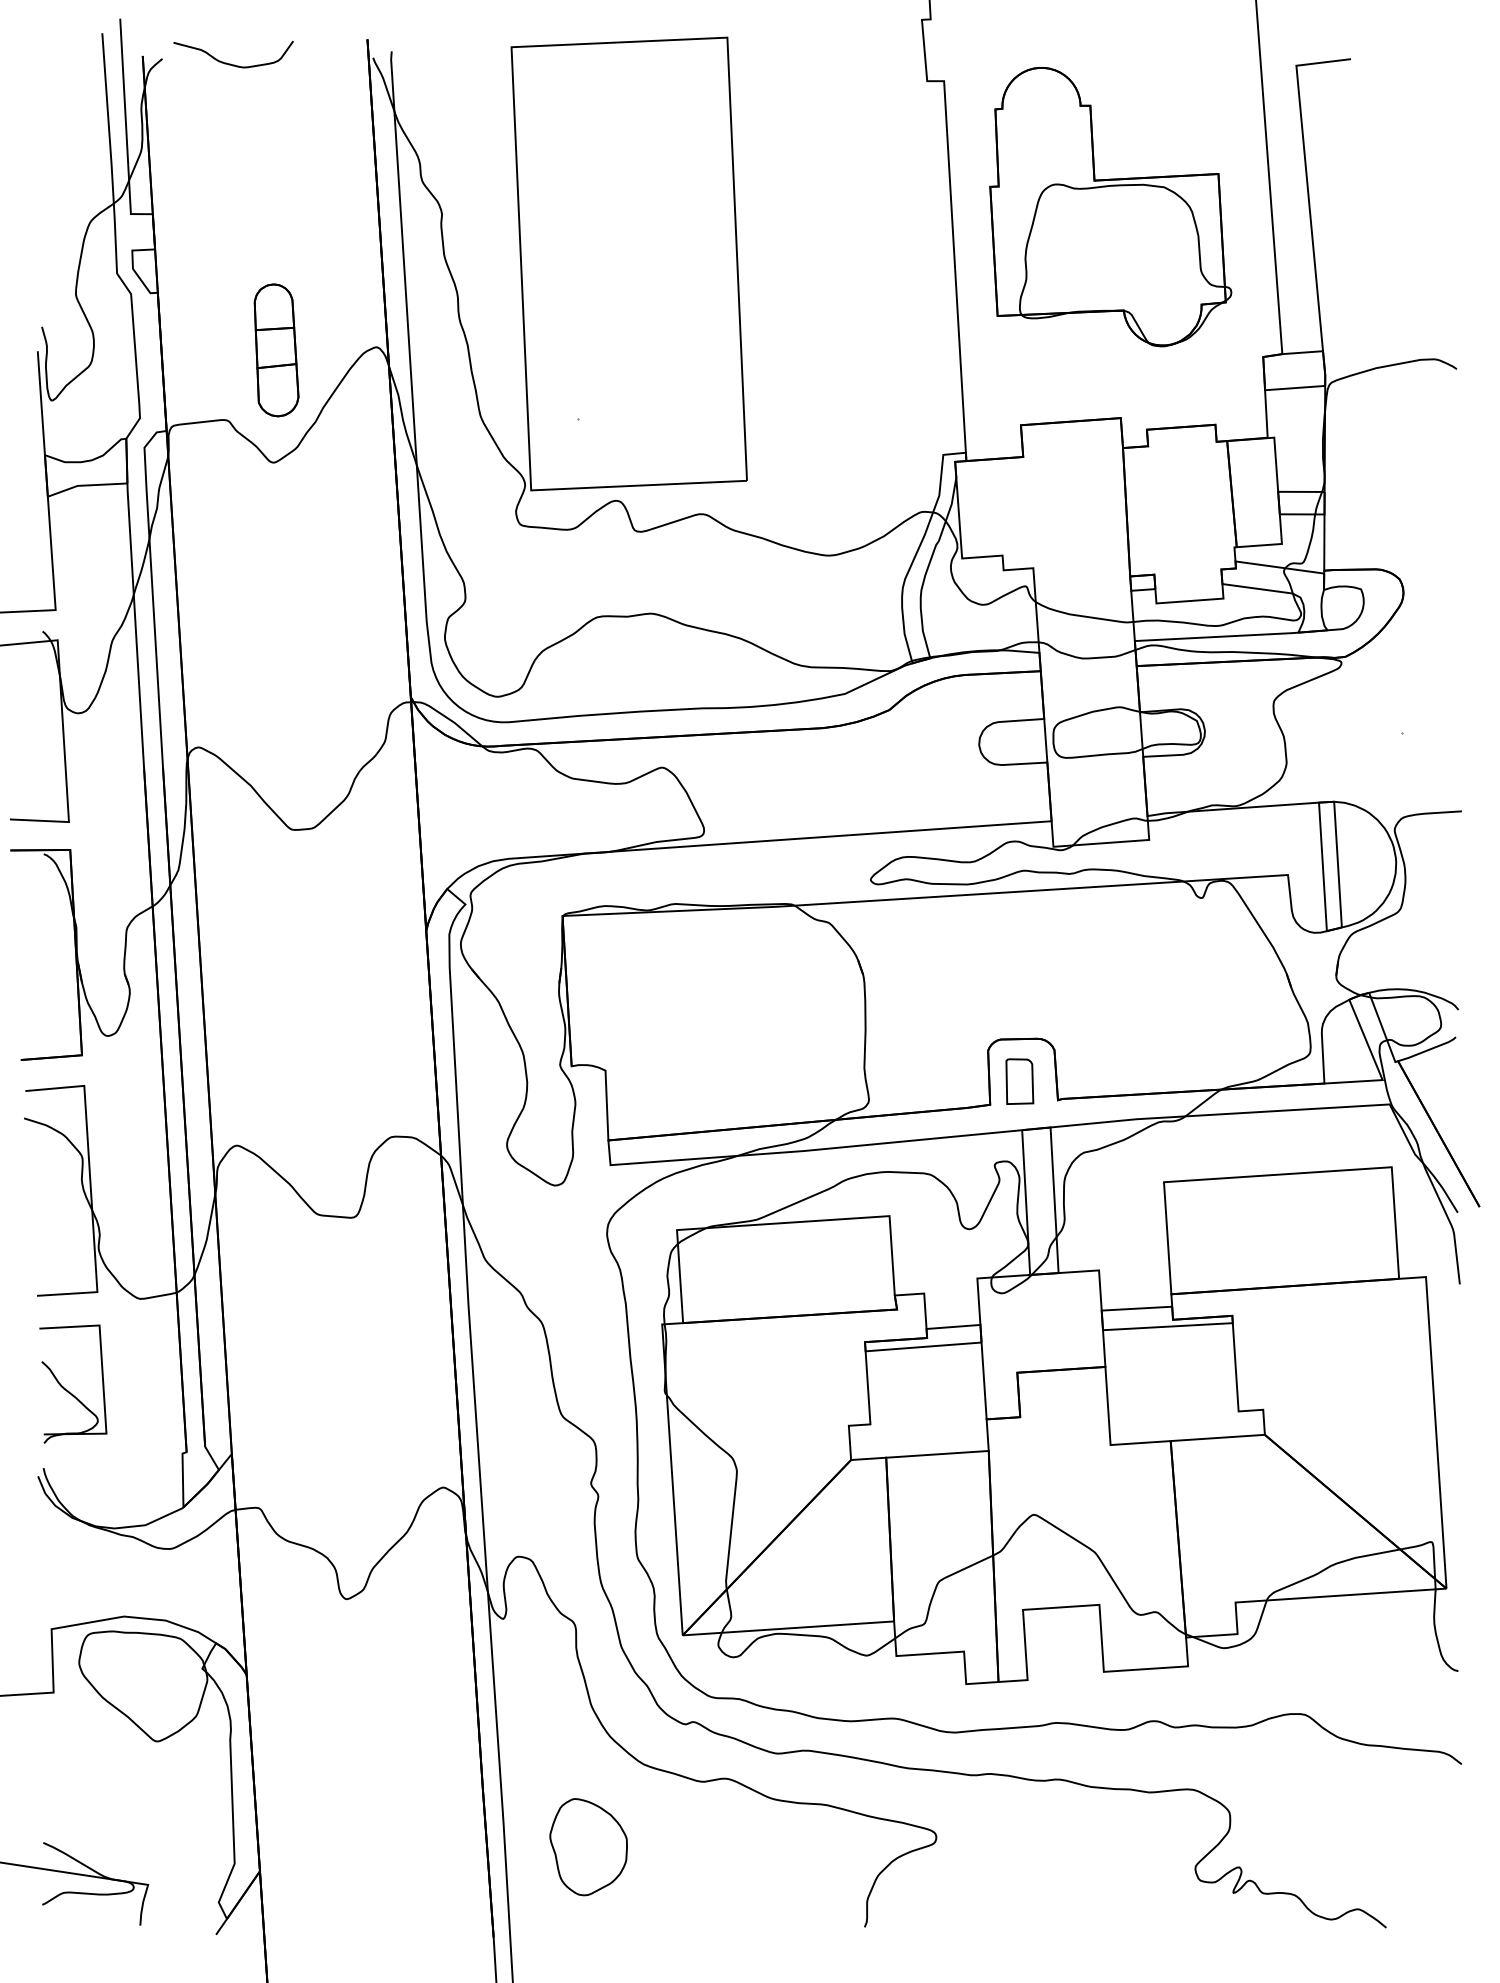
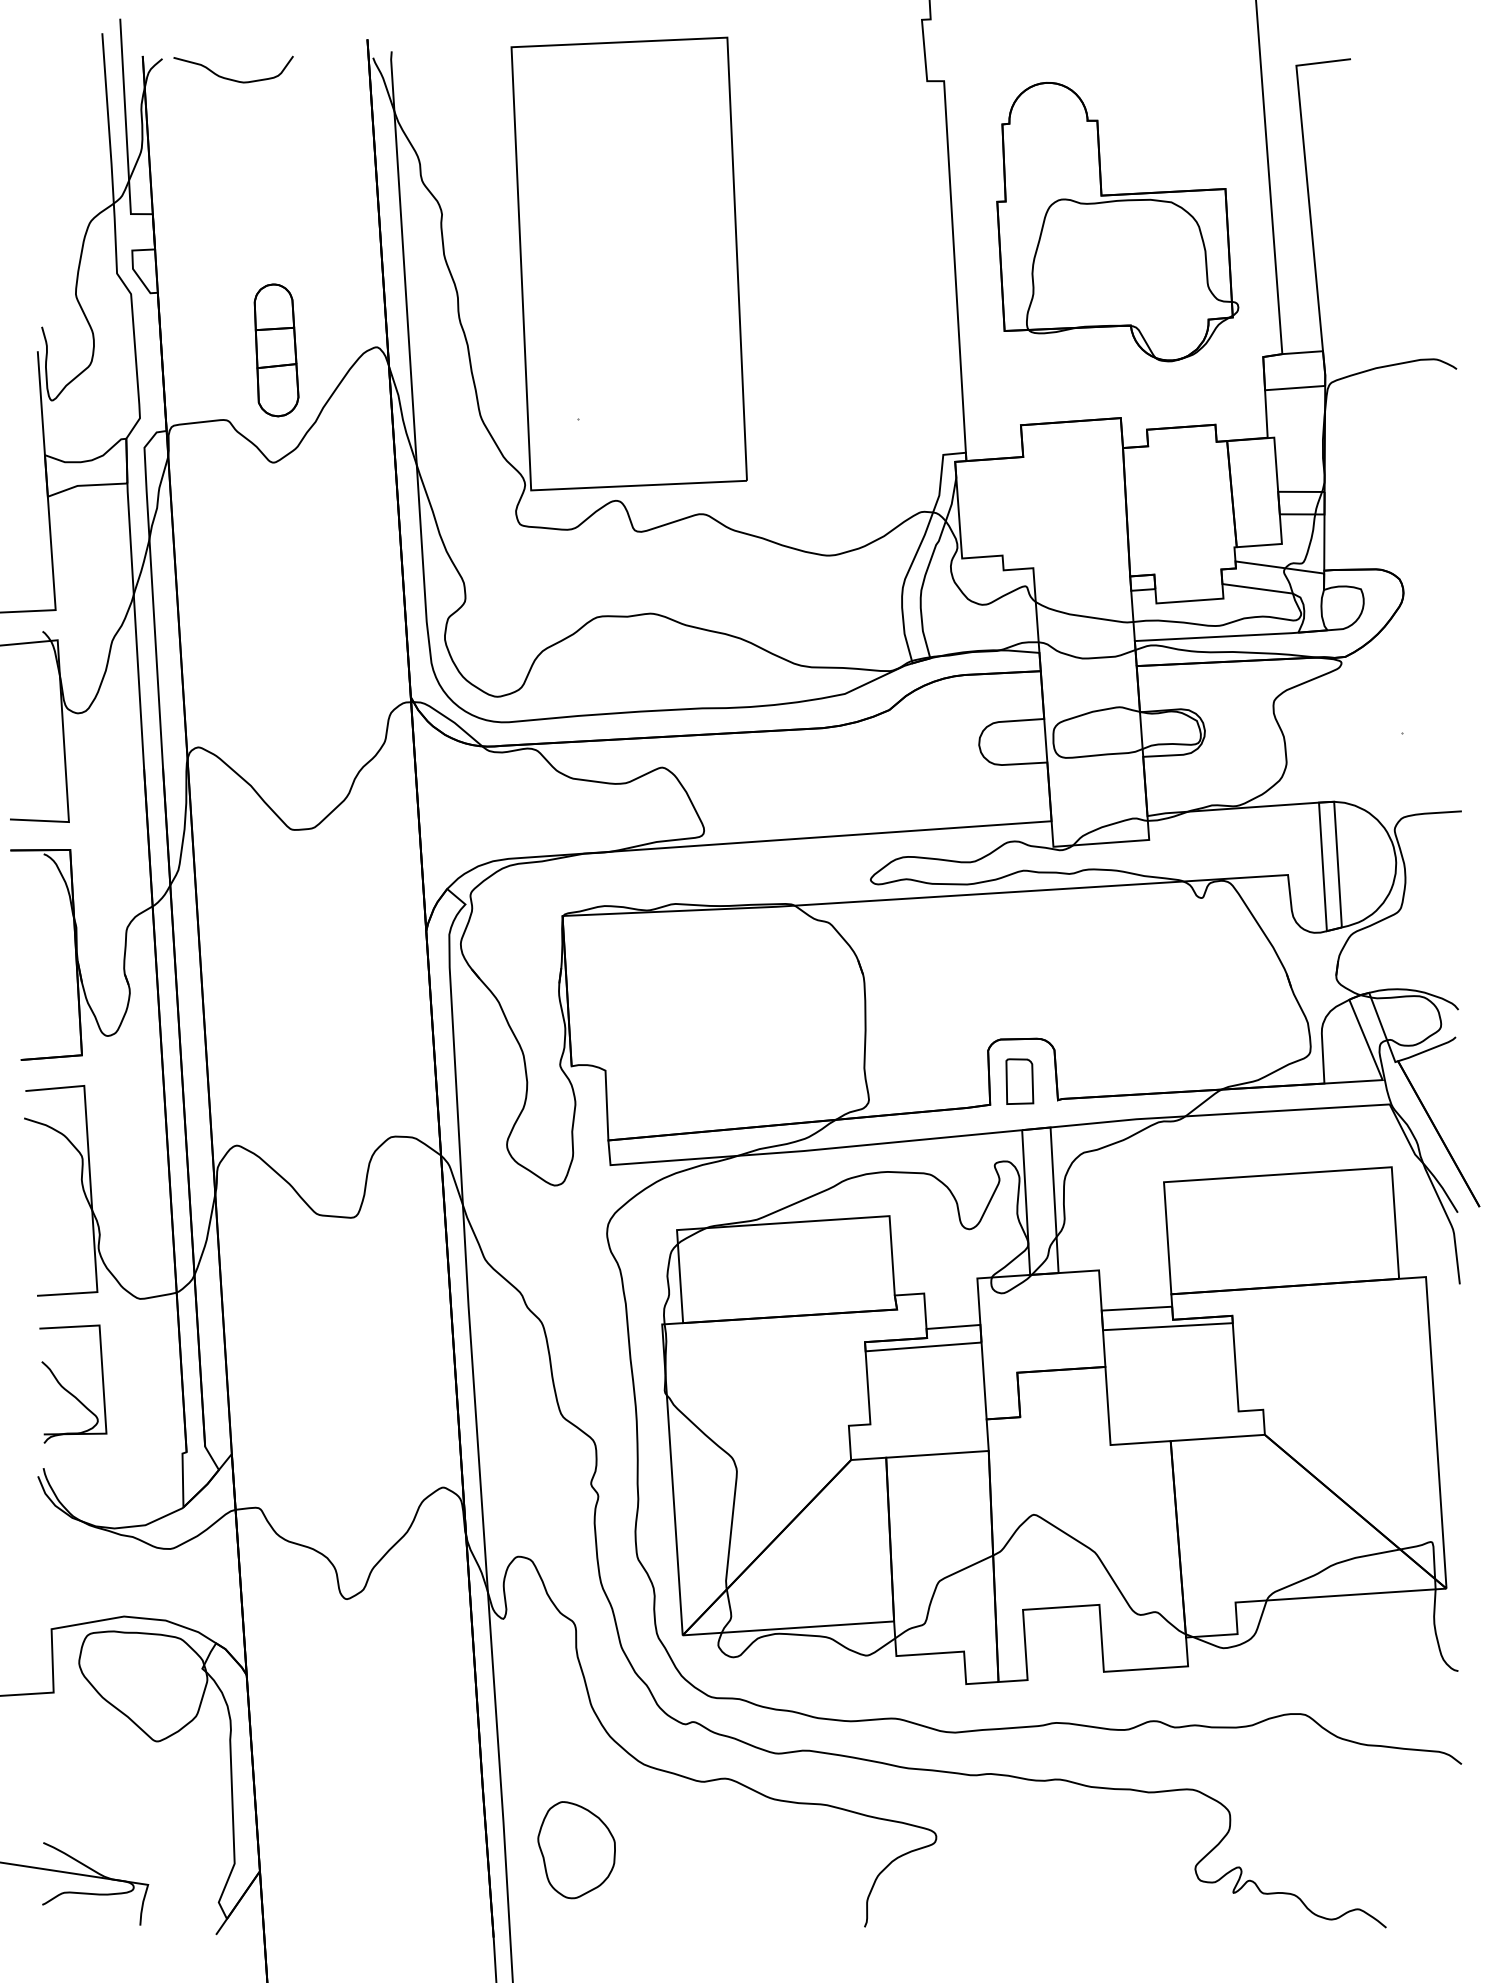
curve at (230, 63) position: (230, 63) -> (230, 78)
part at (1110, 207) position: (1110, 207) -> (1117, 222)
part at (588, 1847) position: (588, 1847) -> (576, 1850)
